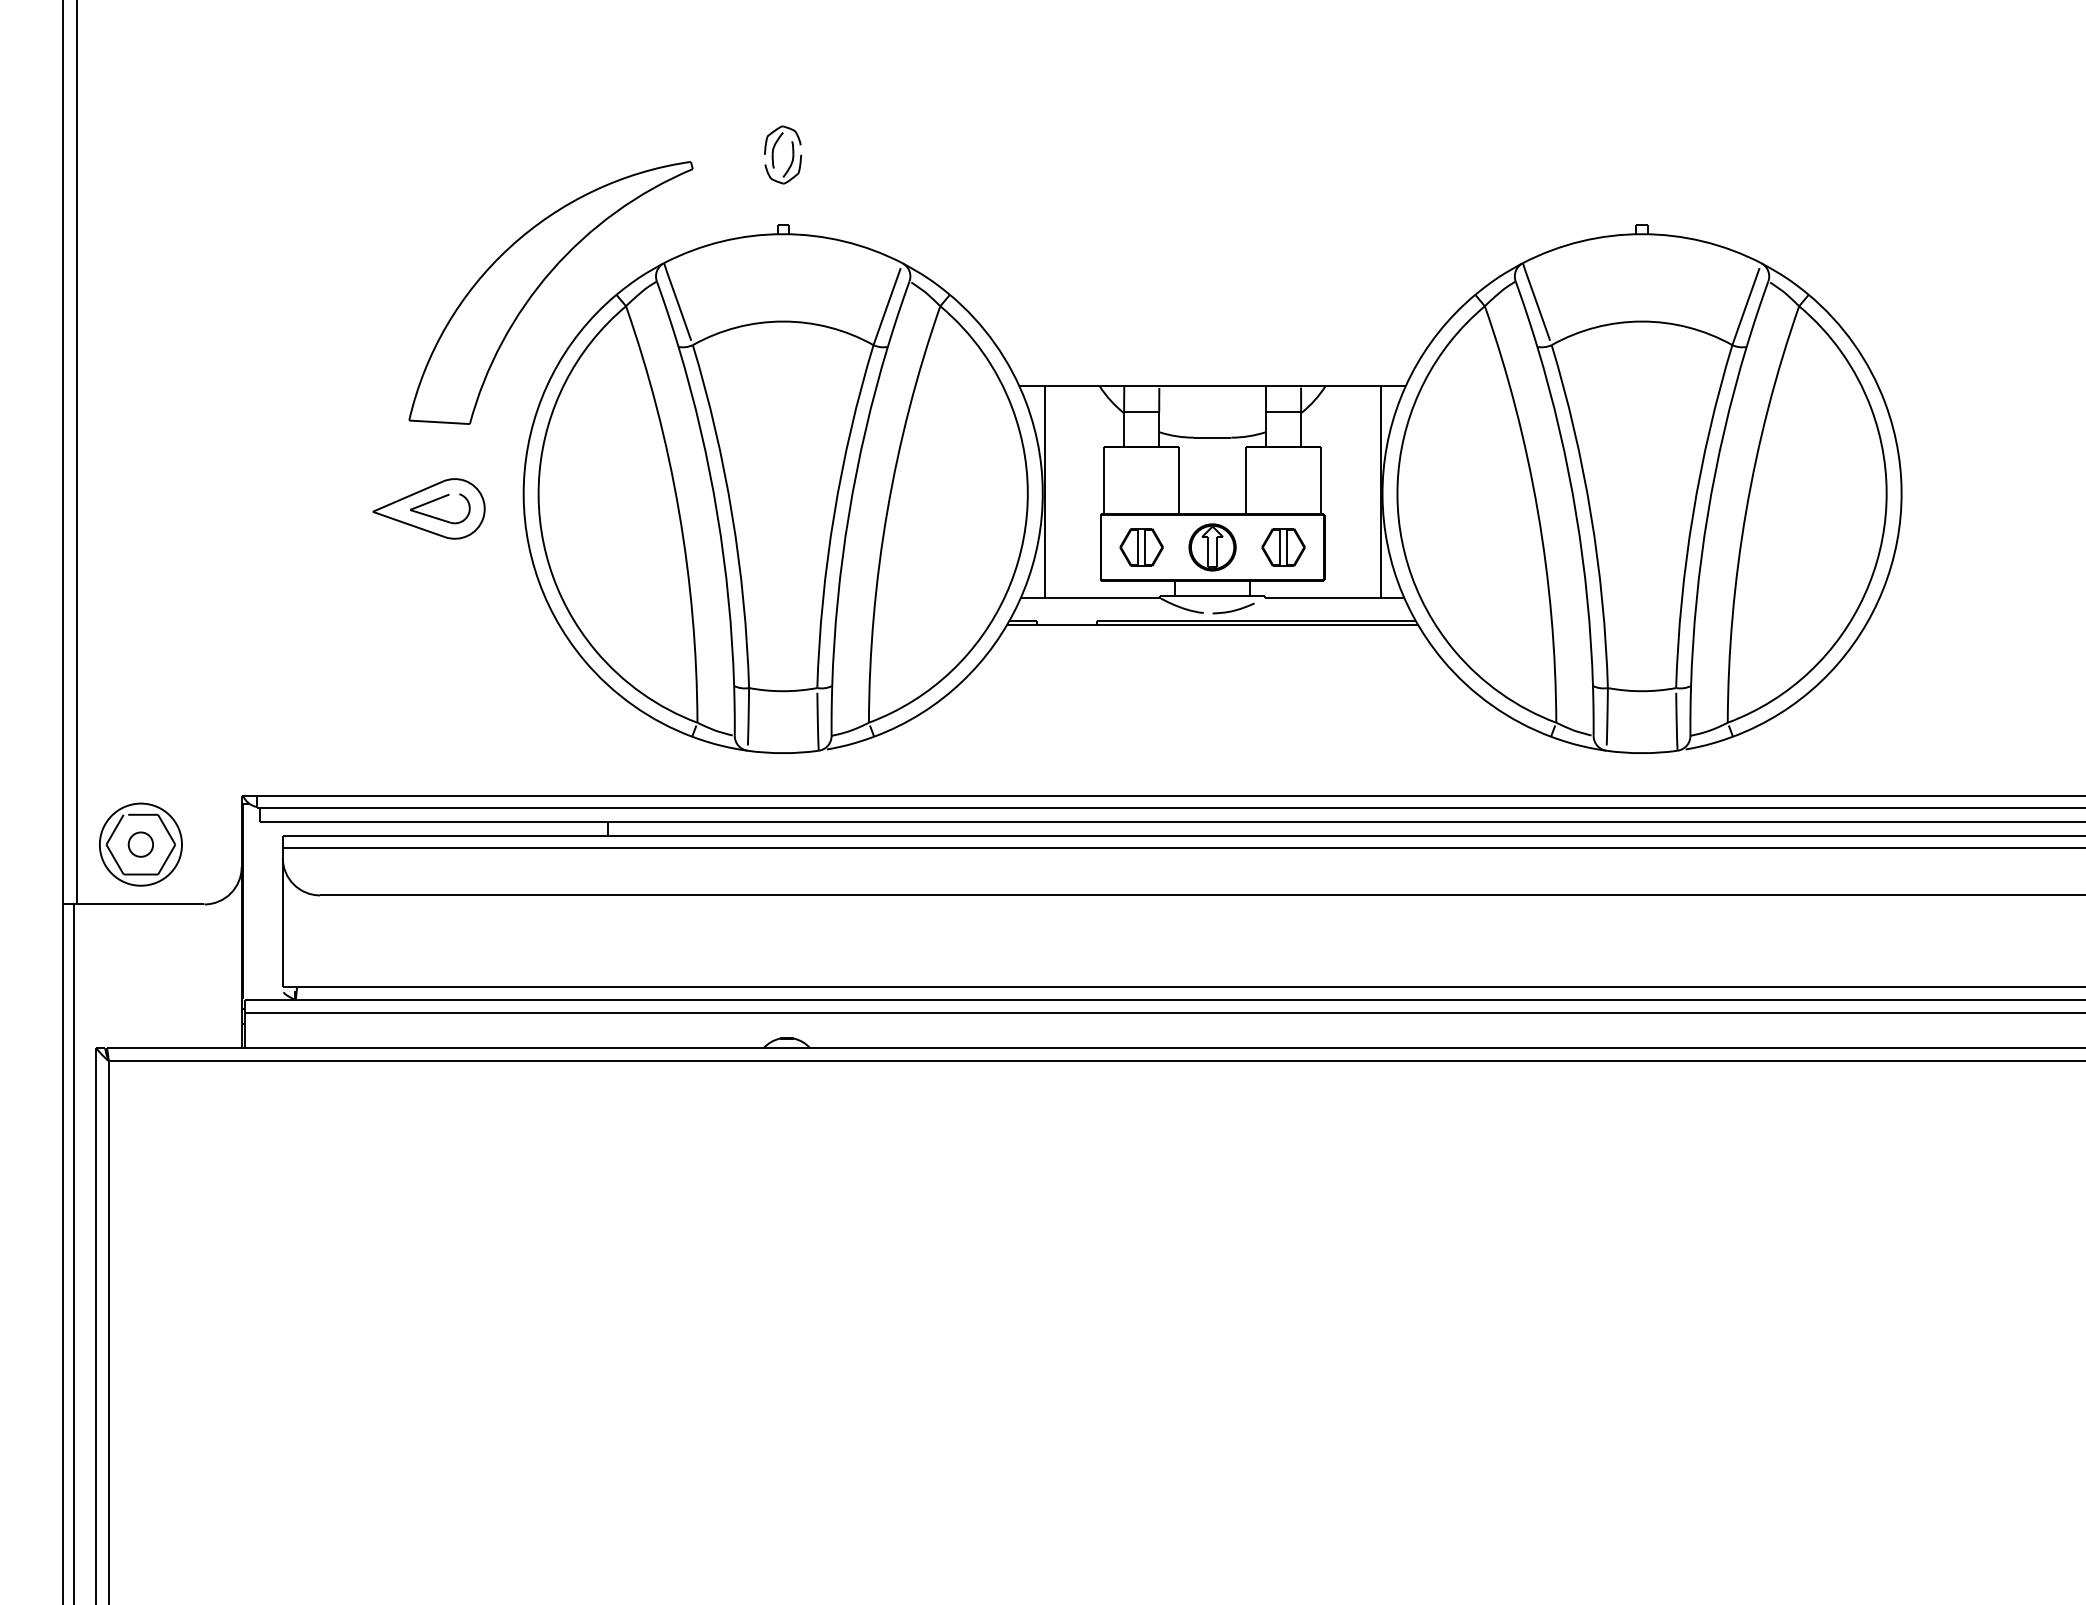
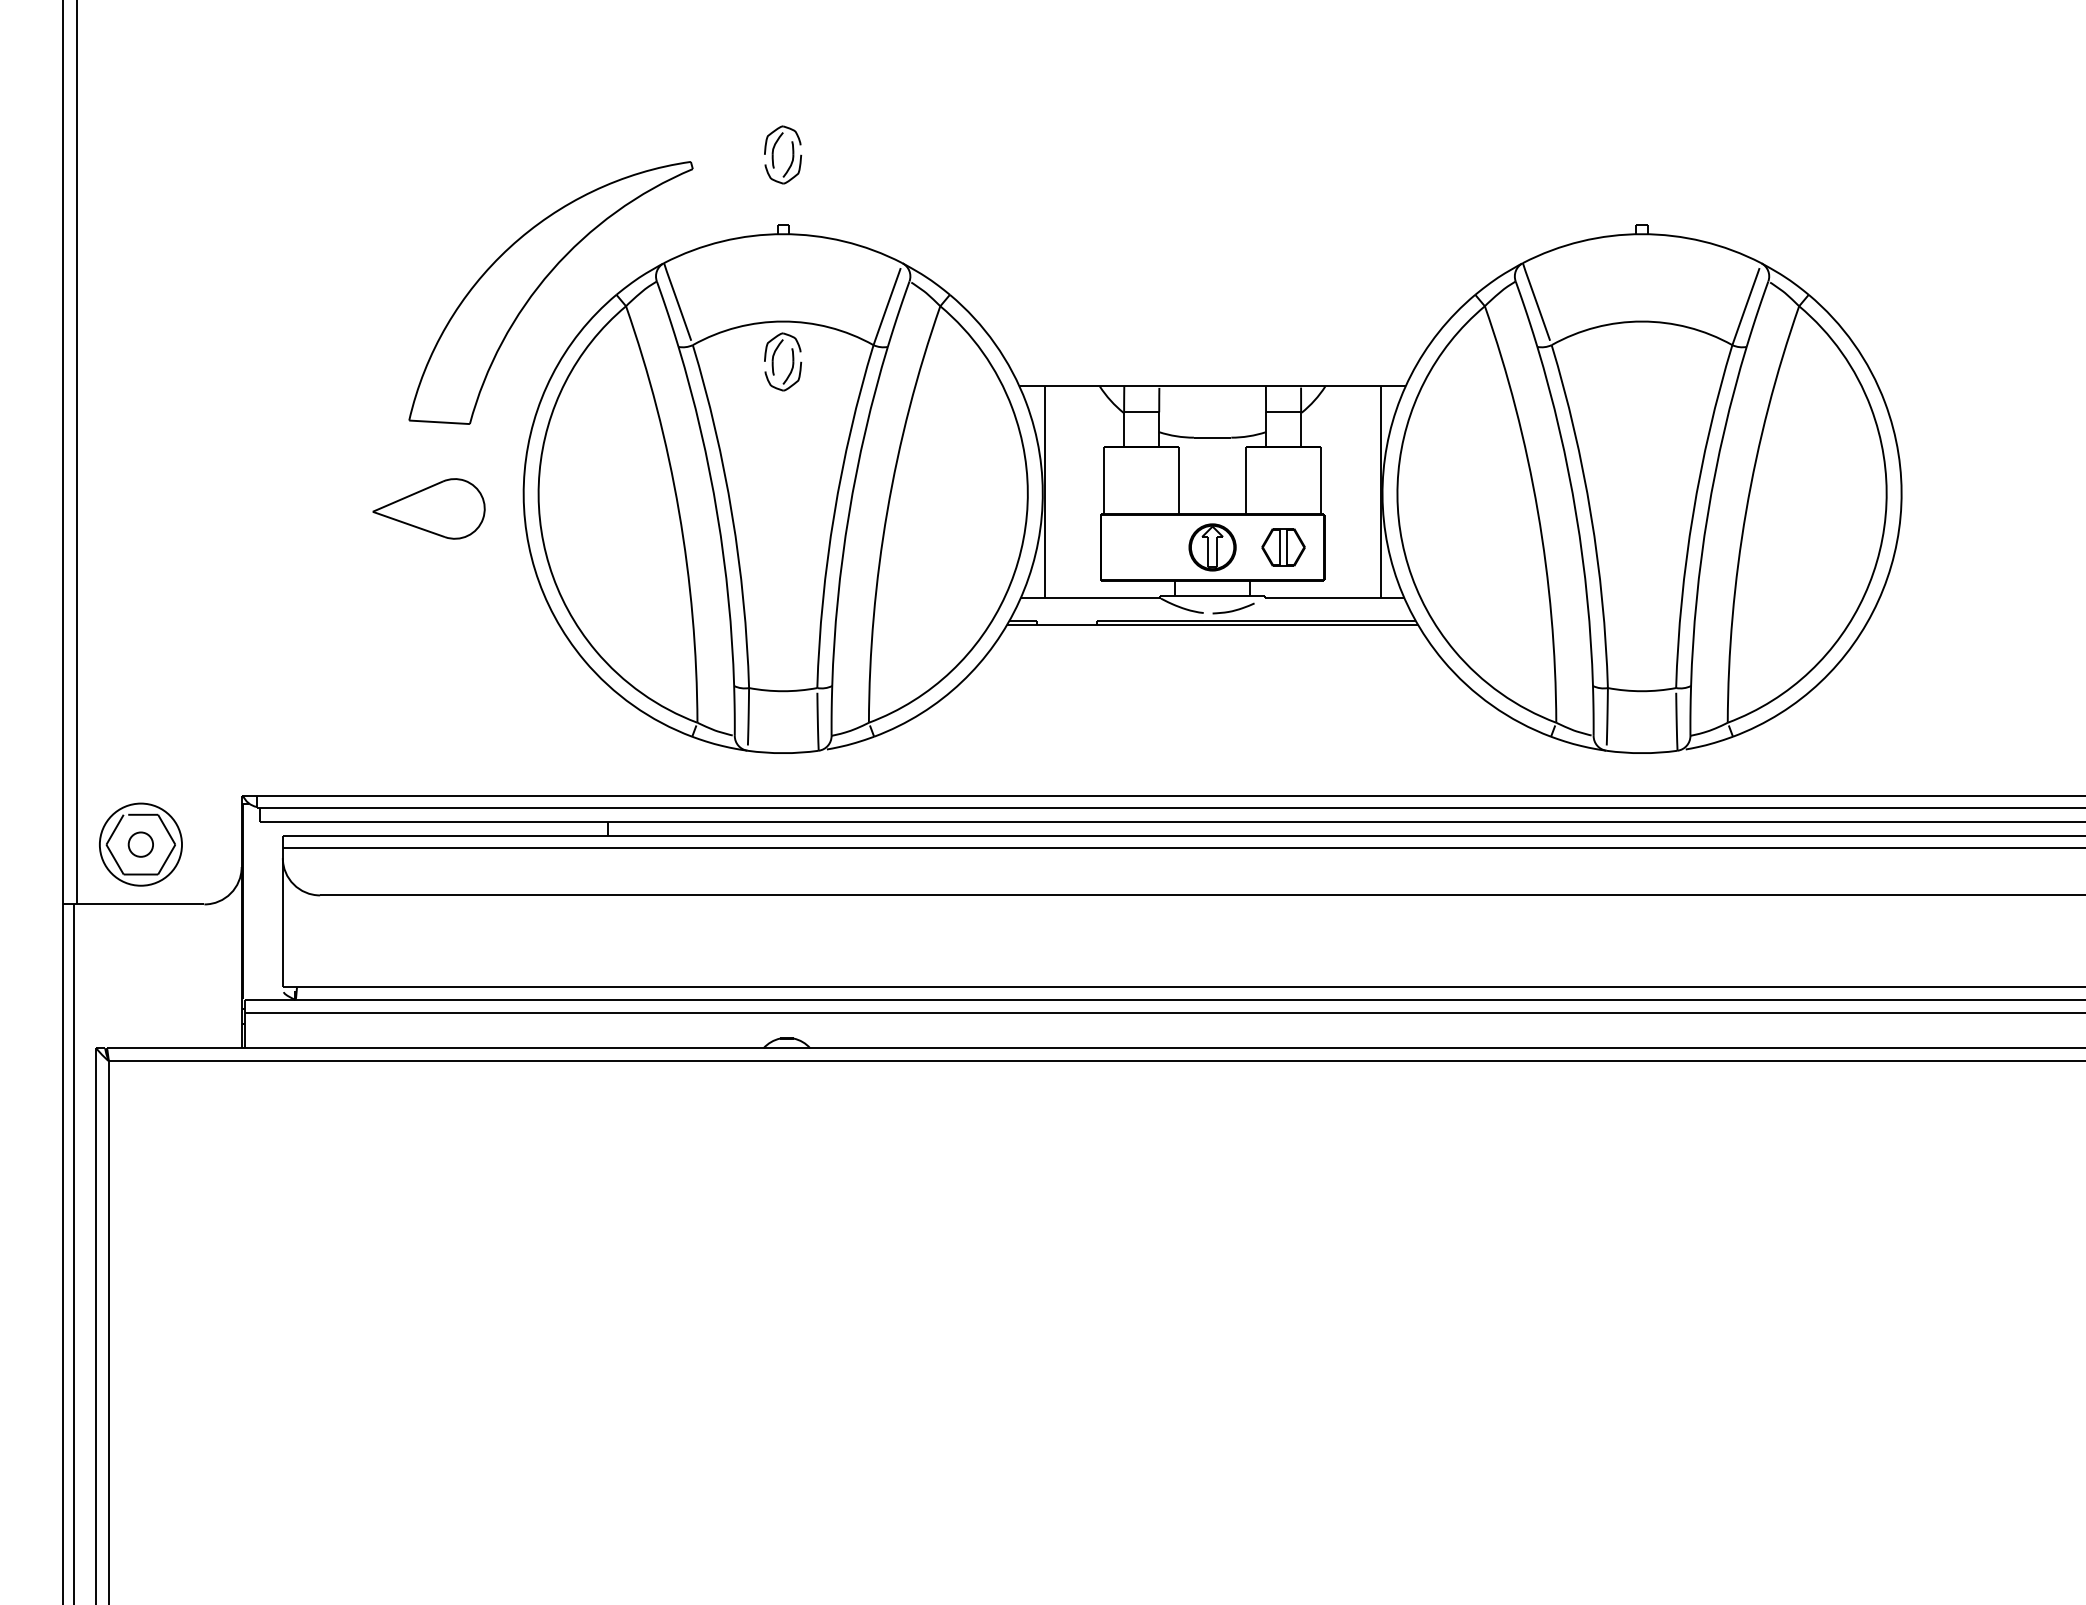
part at (792, 361): none -> present
part at (437, 500): present -> none
part at (1141, 547): present -> none
